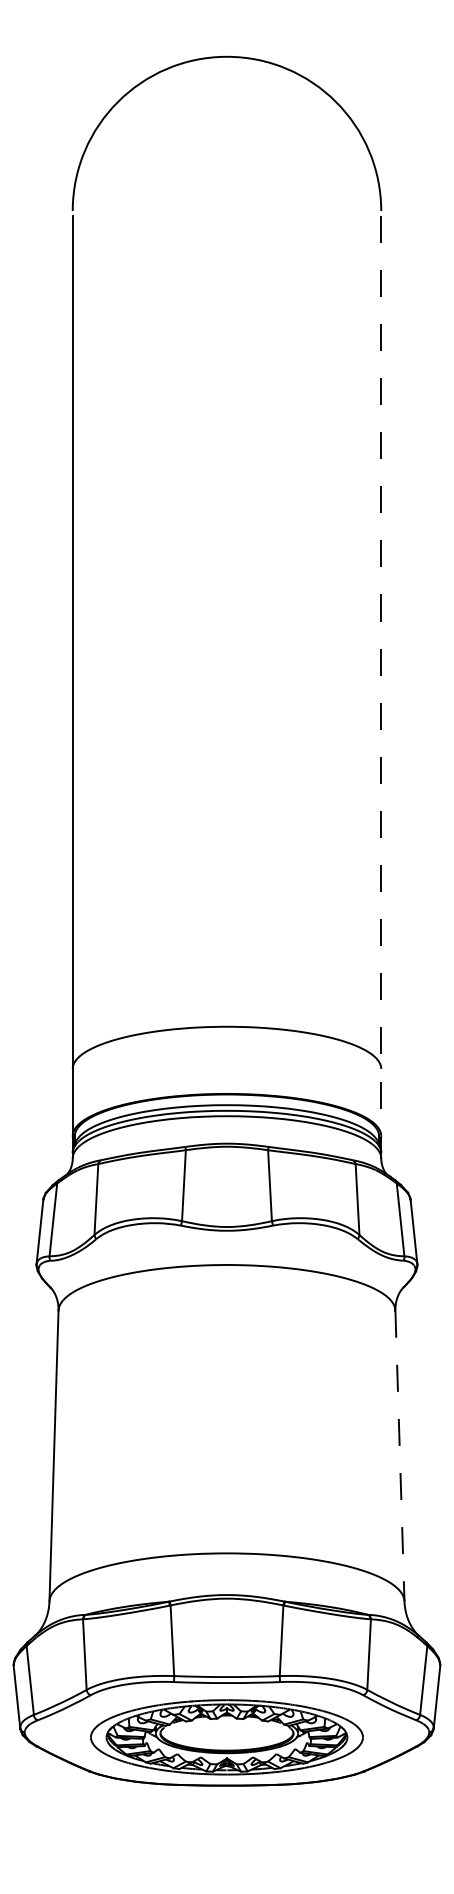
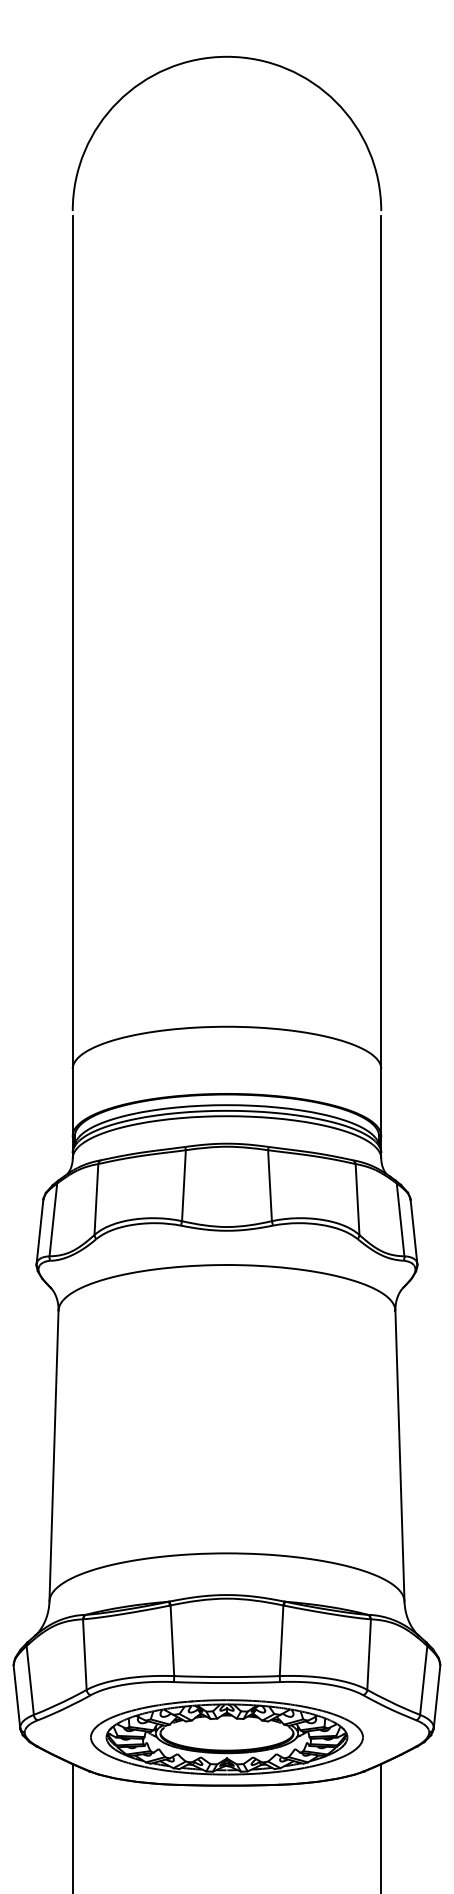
line at (381, 676): dashed -> solid
line at (399, 1456): dashed -> solid
line at (72, 1827): none -> present
line at (381, 1827): none -> present
